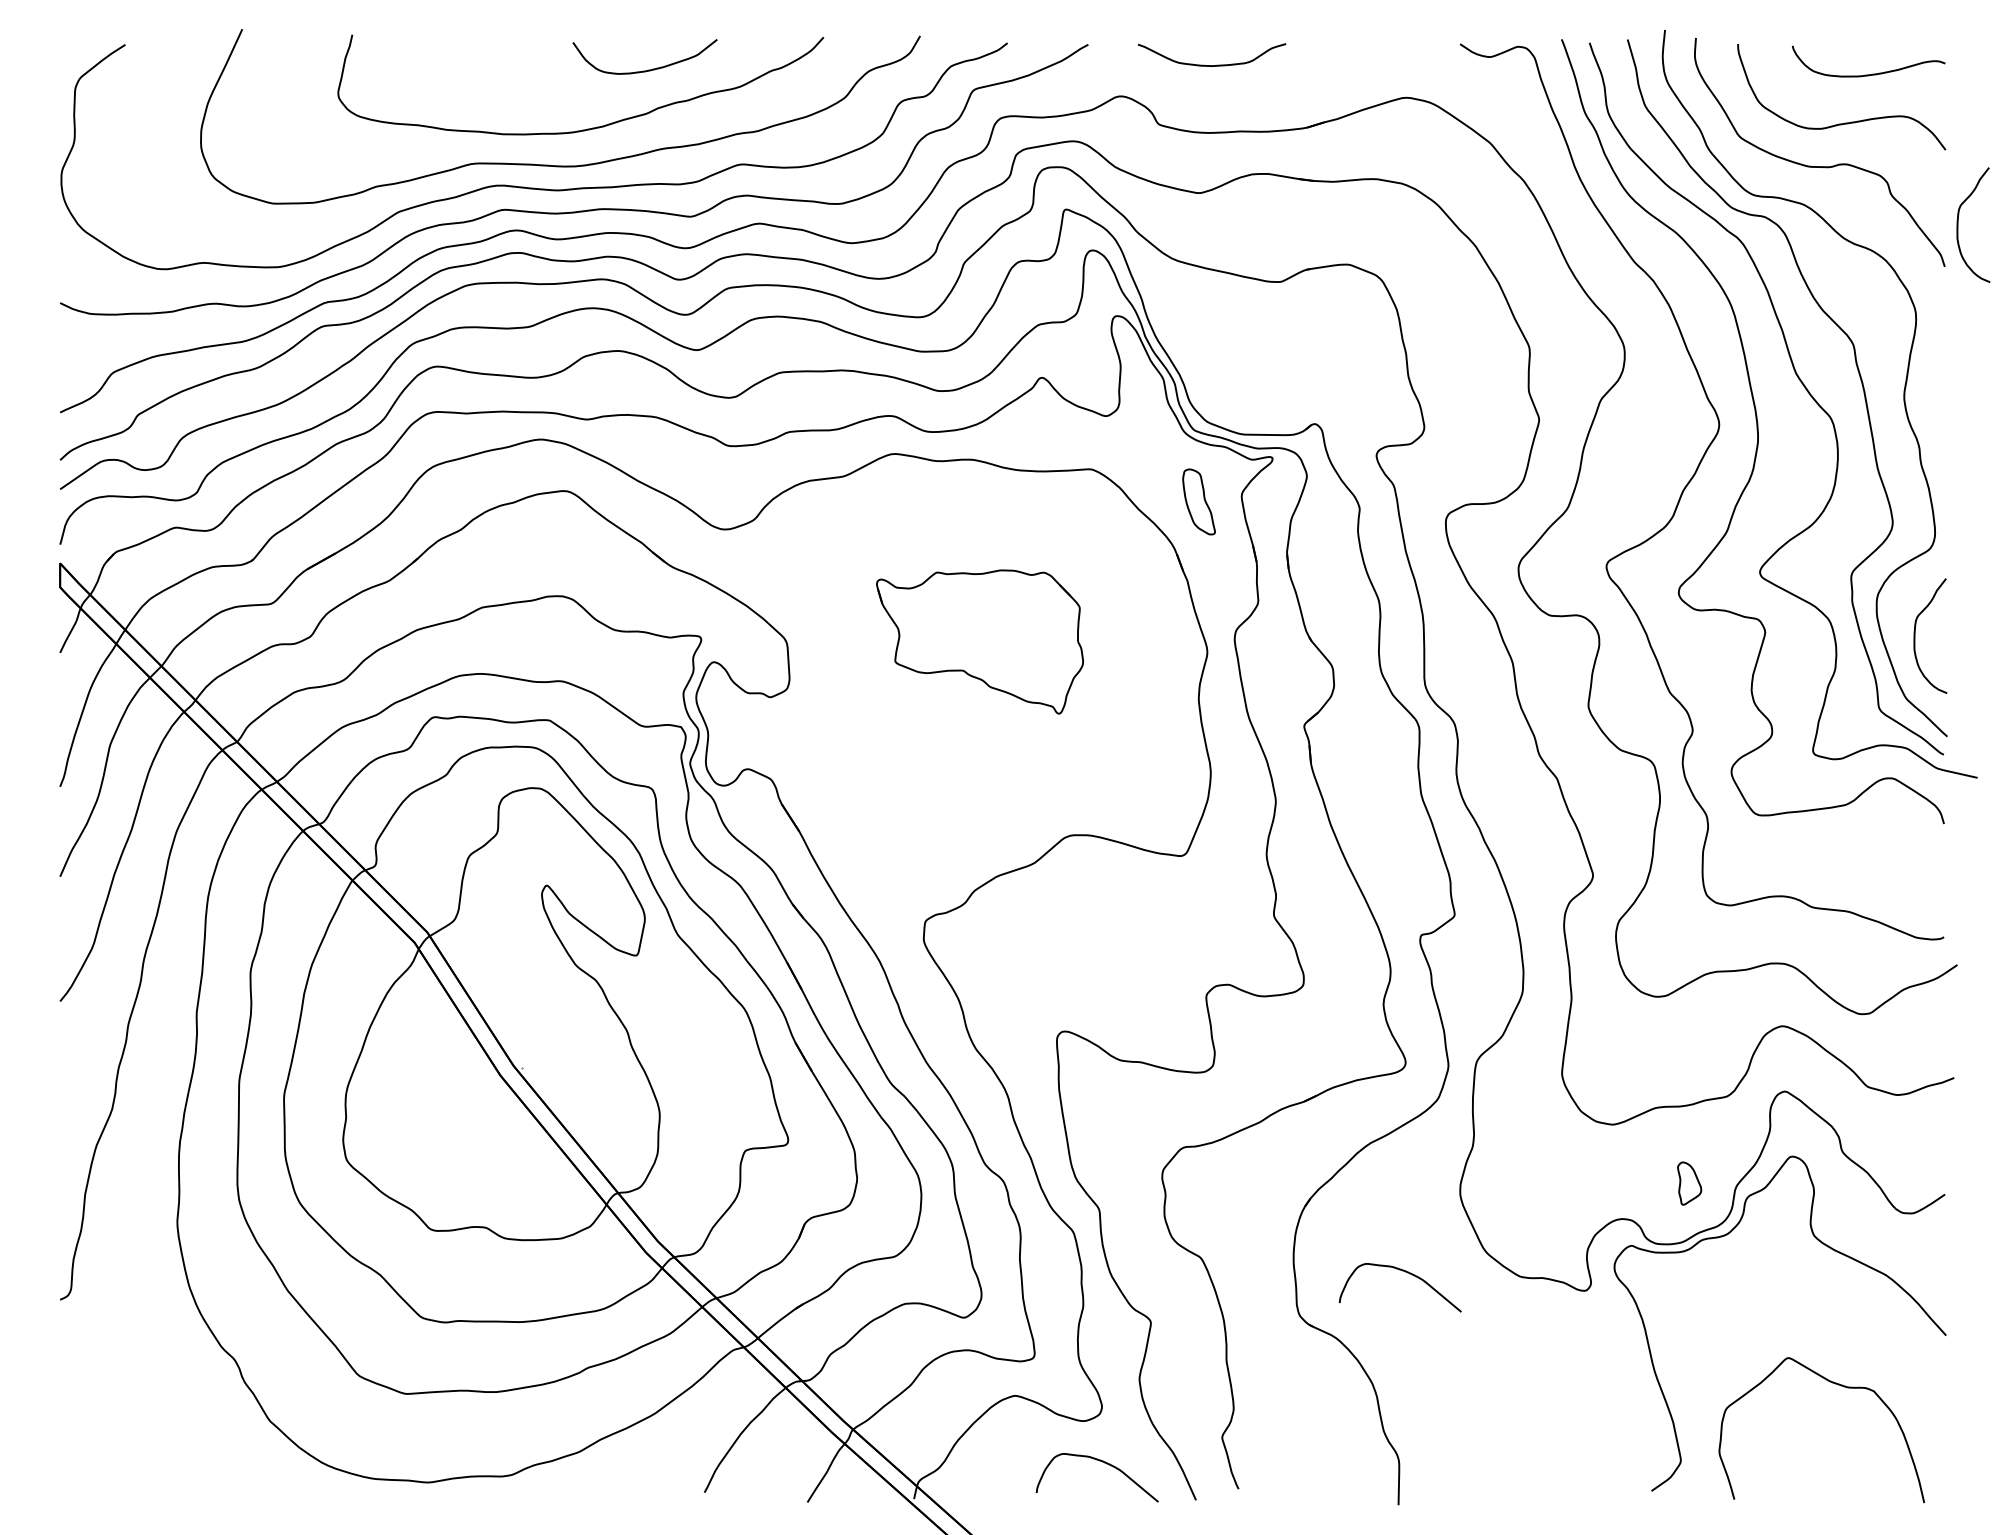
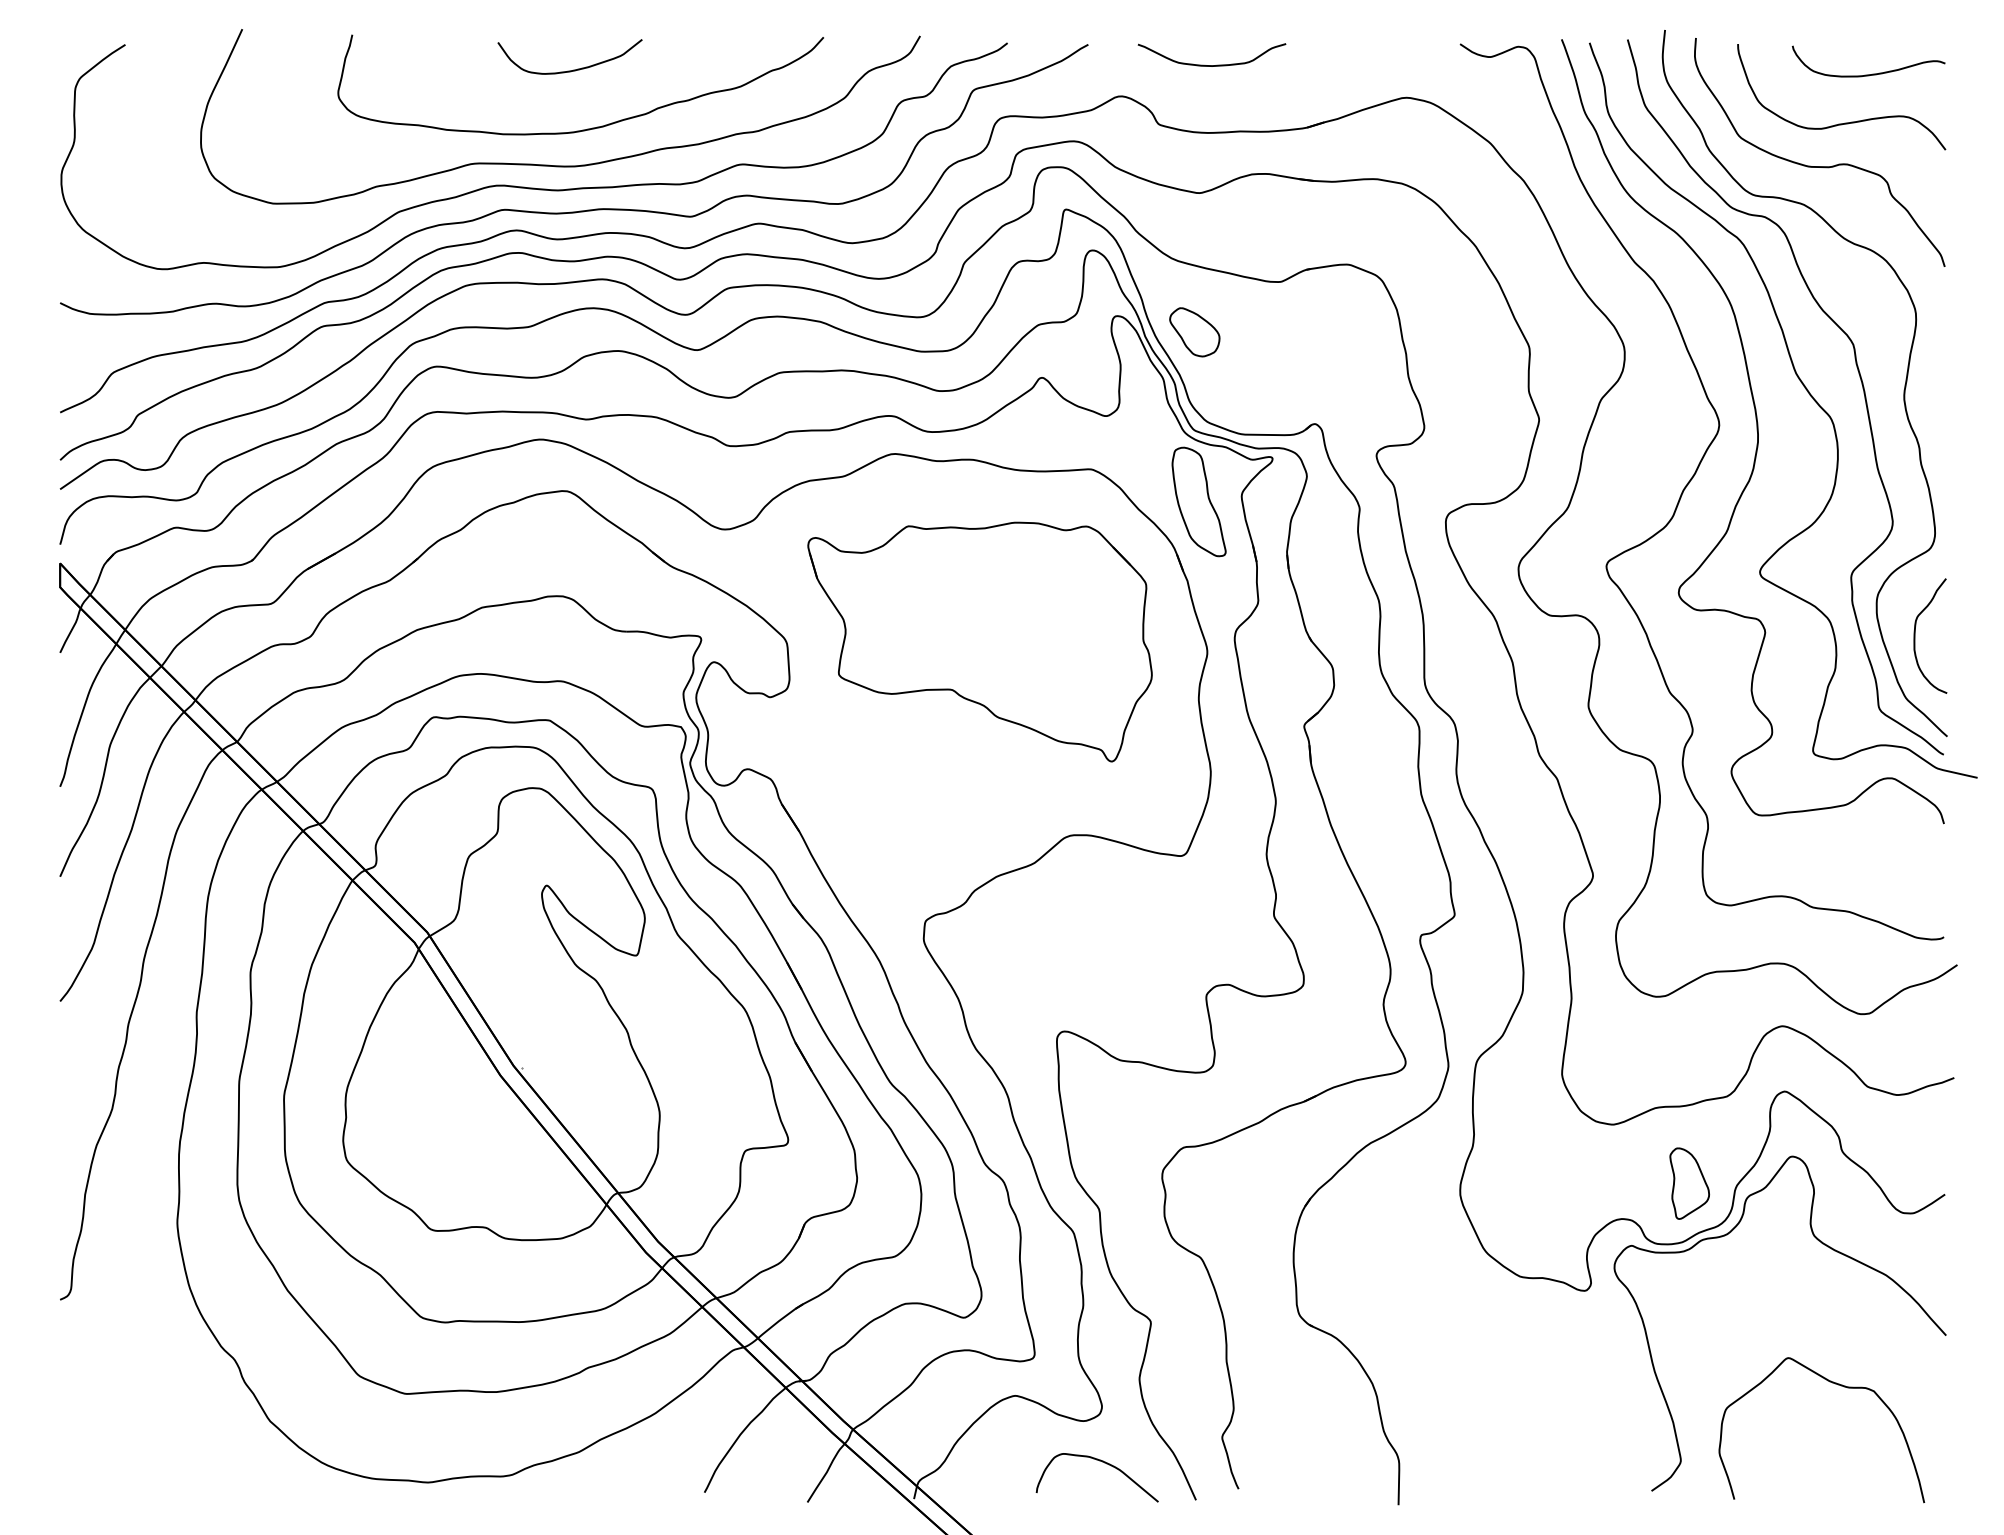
curve at (648, 69) position: (648, 69) -> (573, 69)
curve at (1958, 224): present -> none
part at (1194, 332): none -> present
part at (1198, 501) size: 34x68 px -> 56x112 px
part at (979, 641) size: 208x146 px -> 346x242 px
part at (1689, 1183) size: 26x45 px -> 41x73 px
curve at (1407, 1273): present -> none
